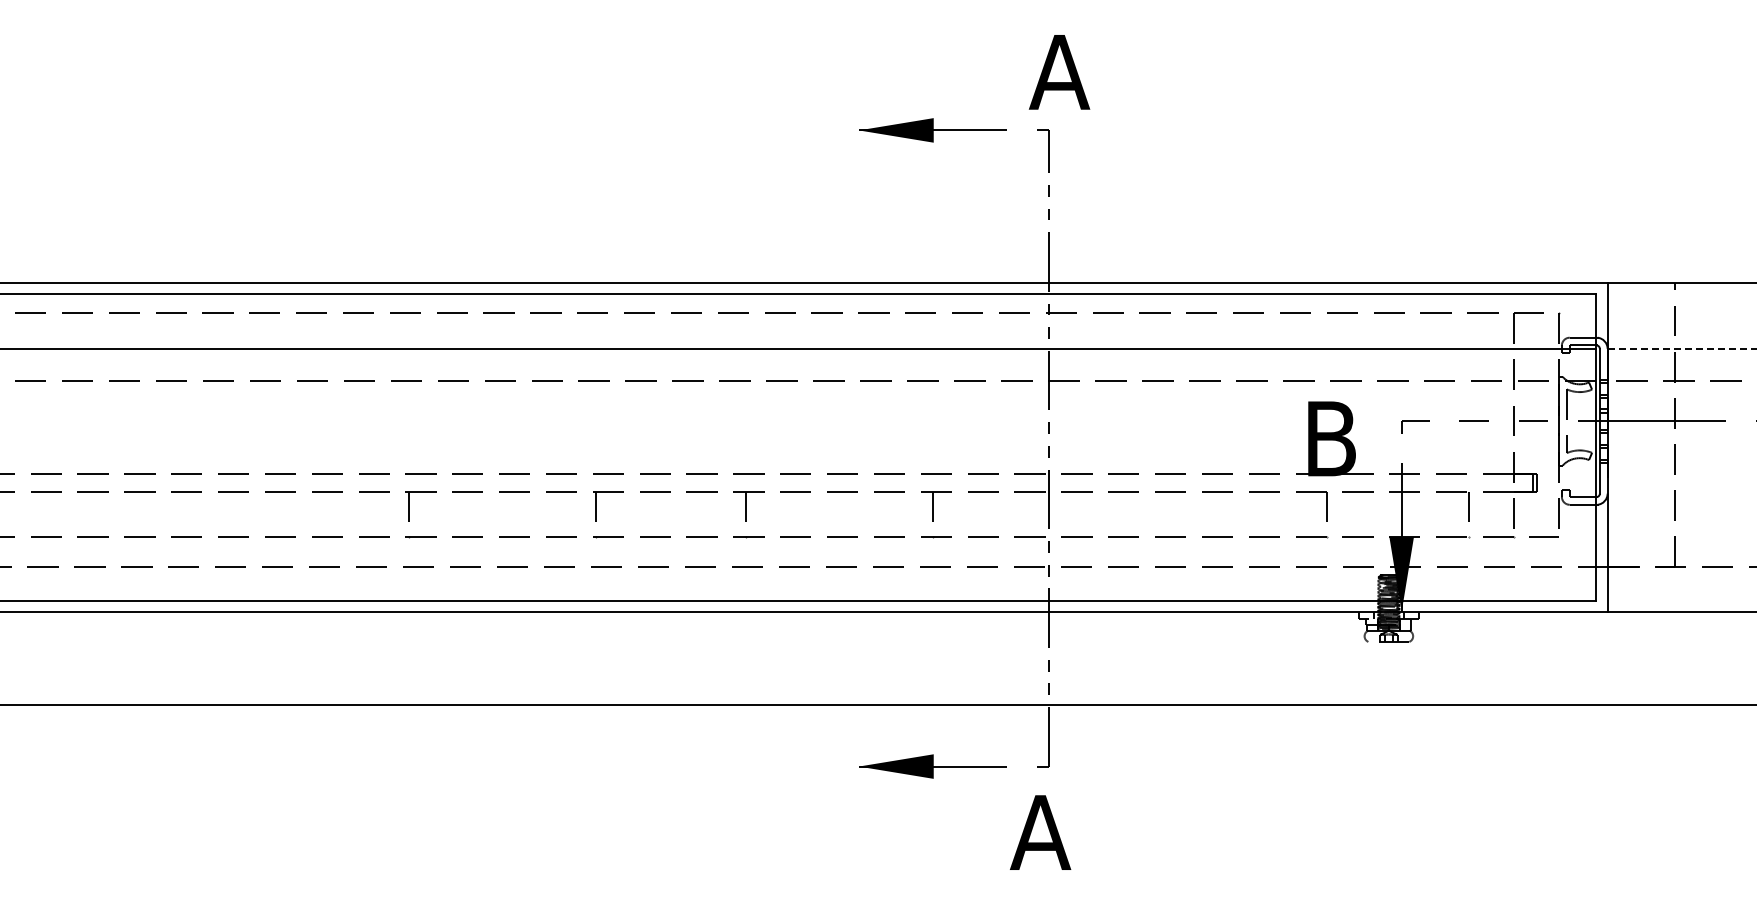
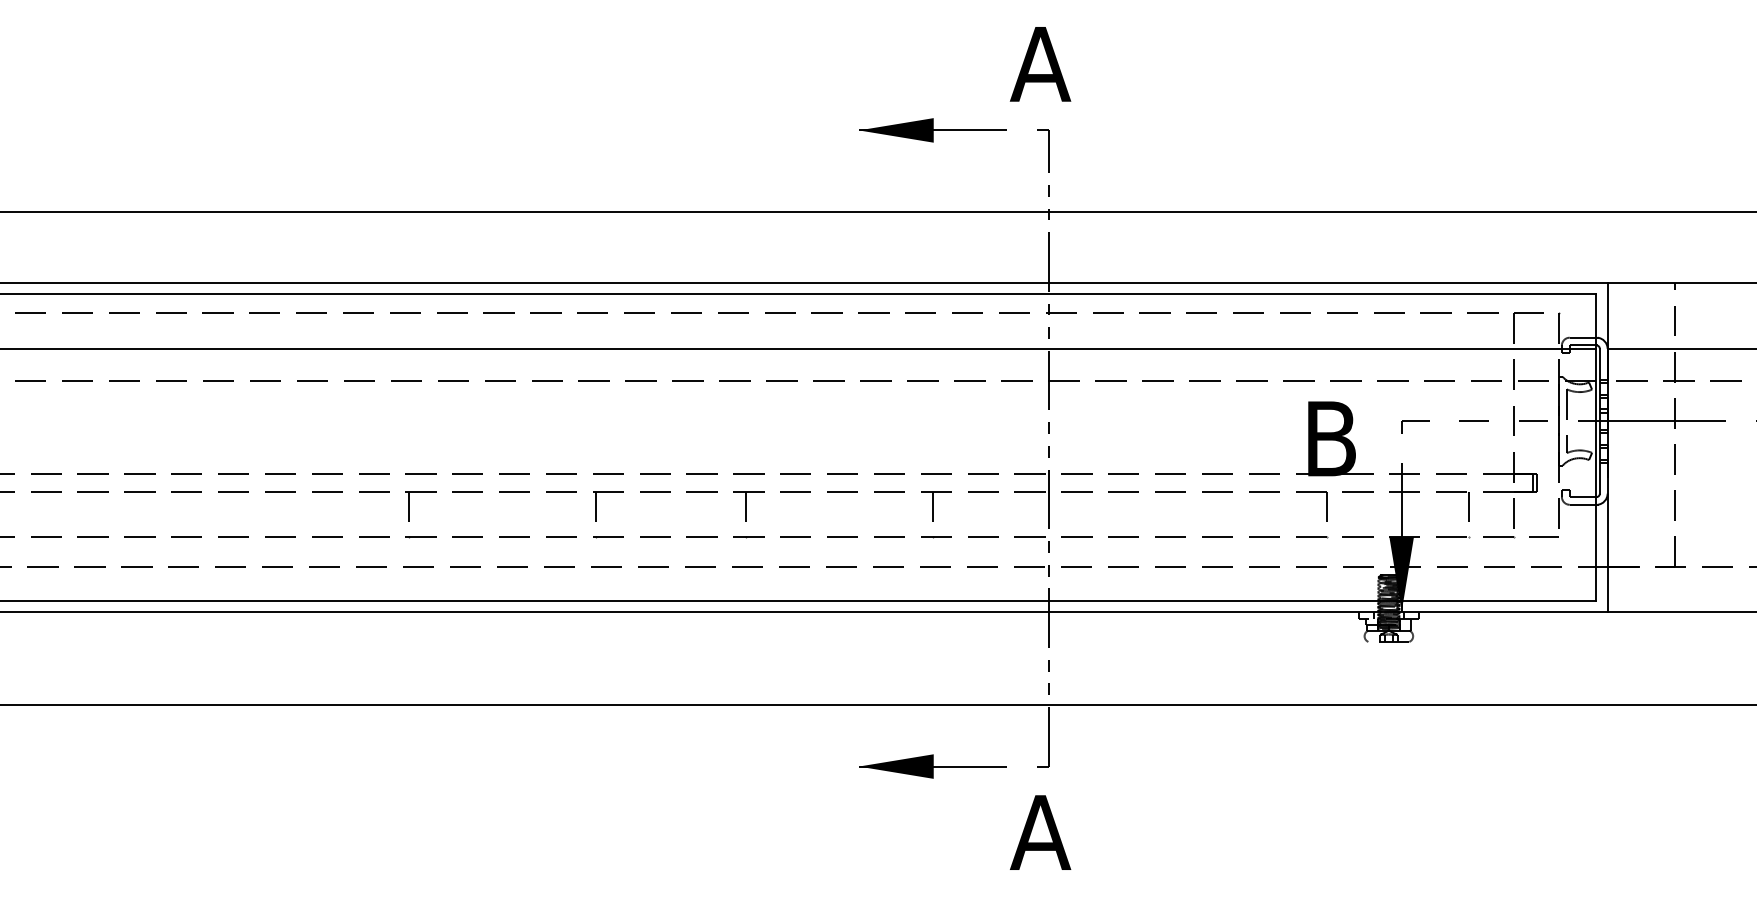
text at (1059, 72) position: (1059, 72) -> (1040, 64)
line at (877, 211): none -> present
line at (1682, 348): dashed -> solid
